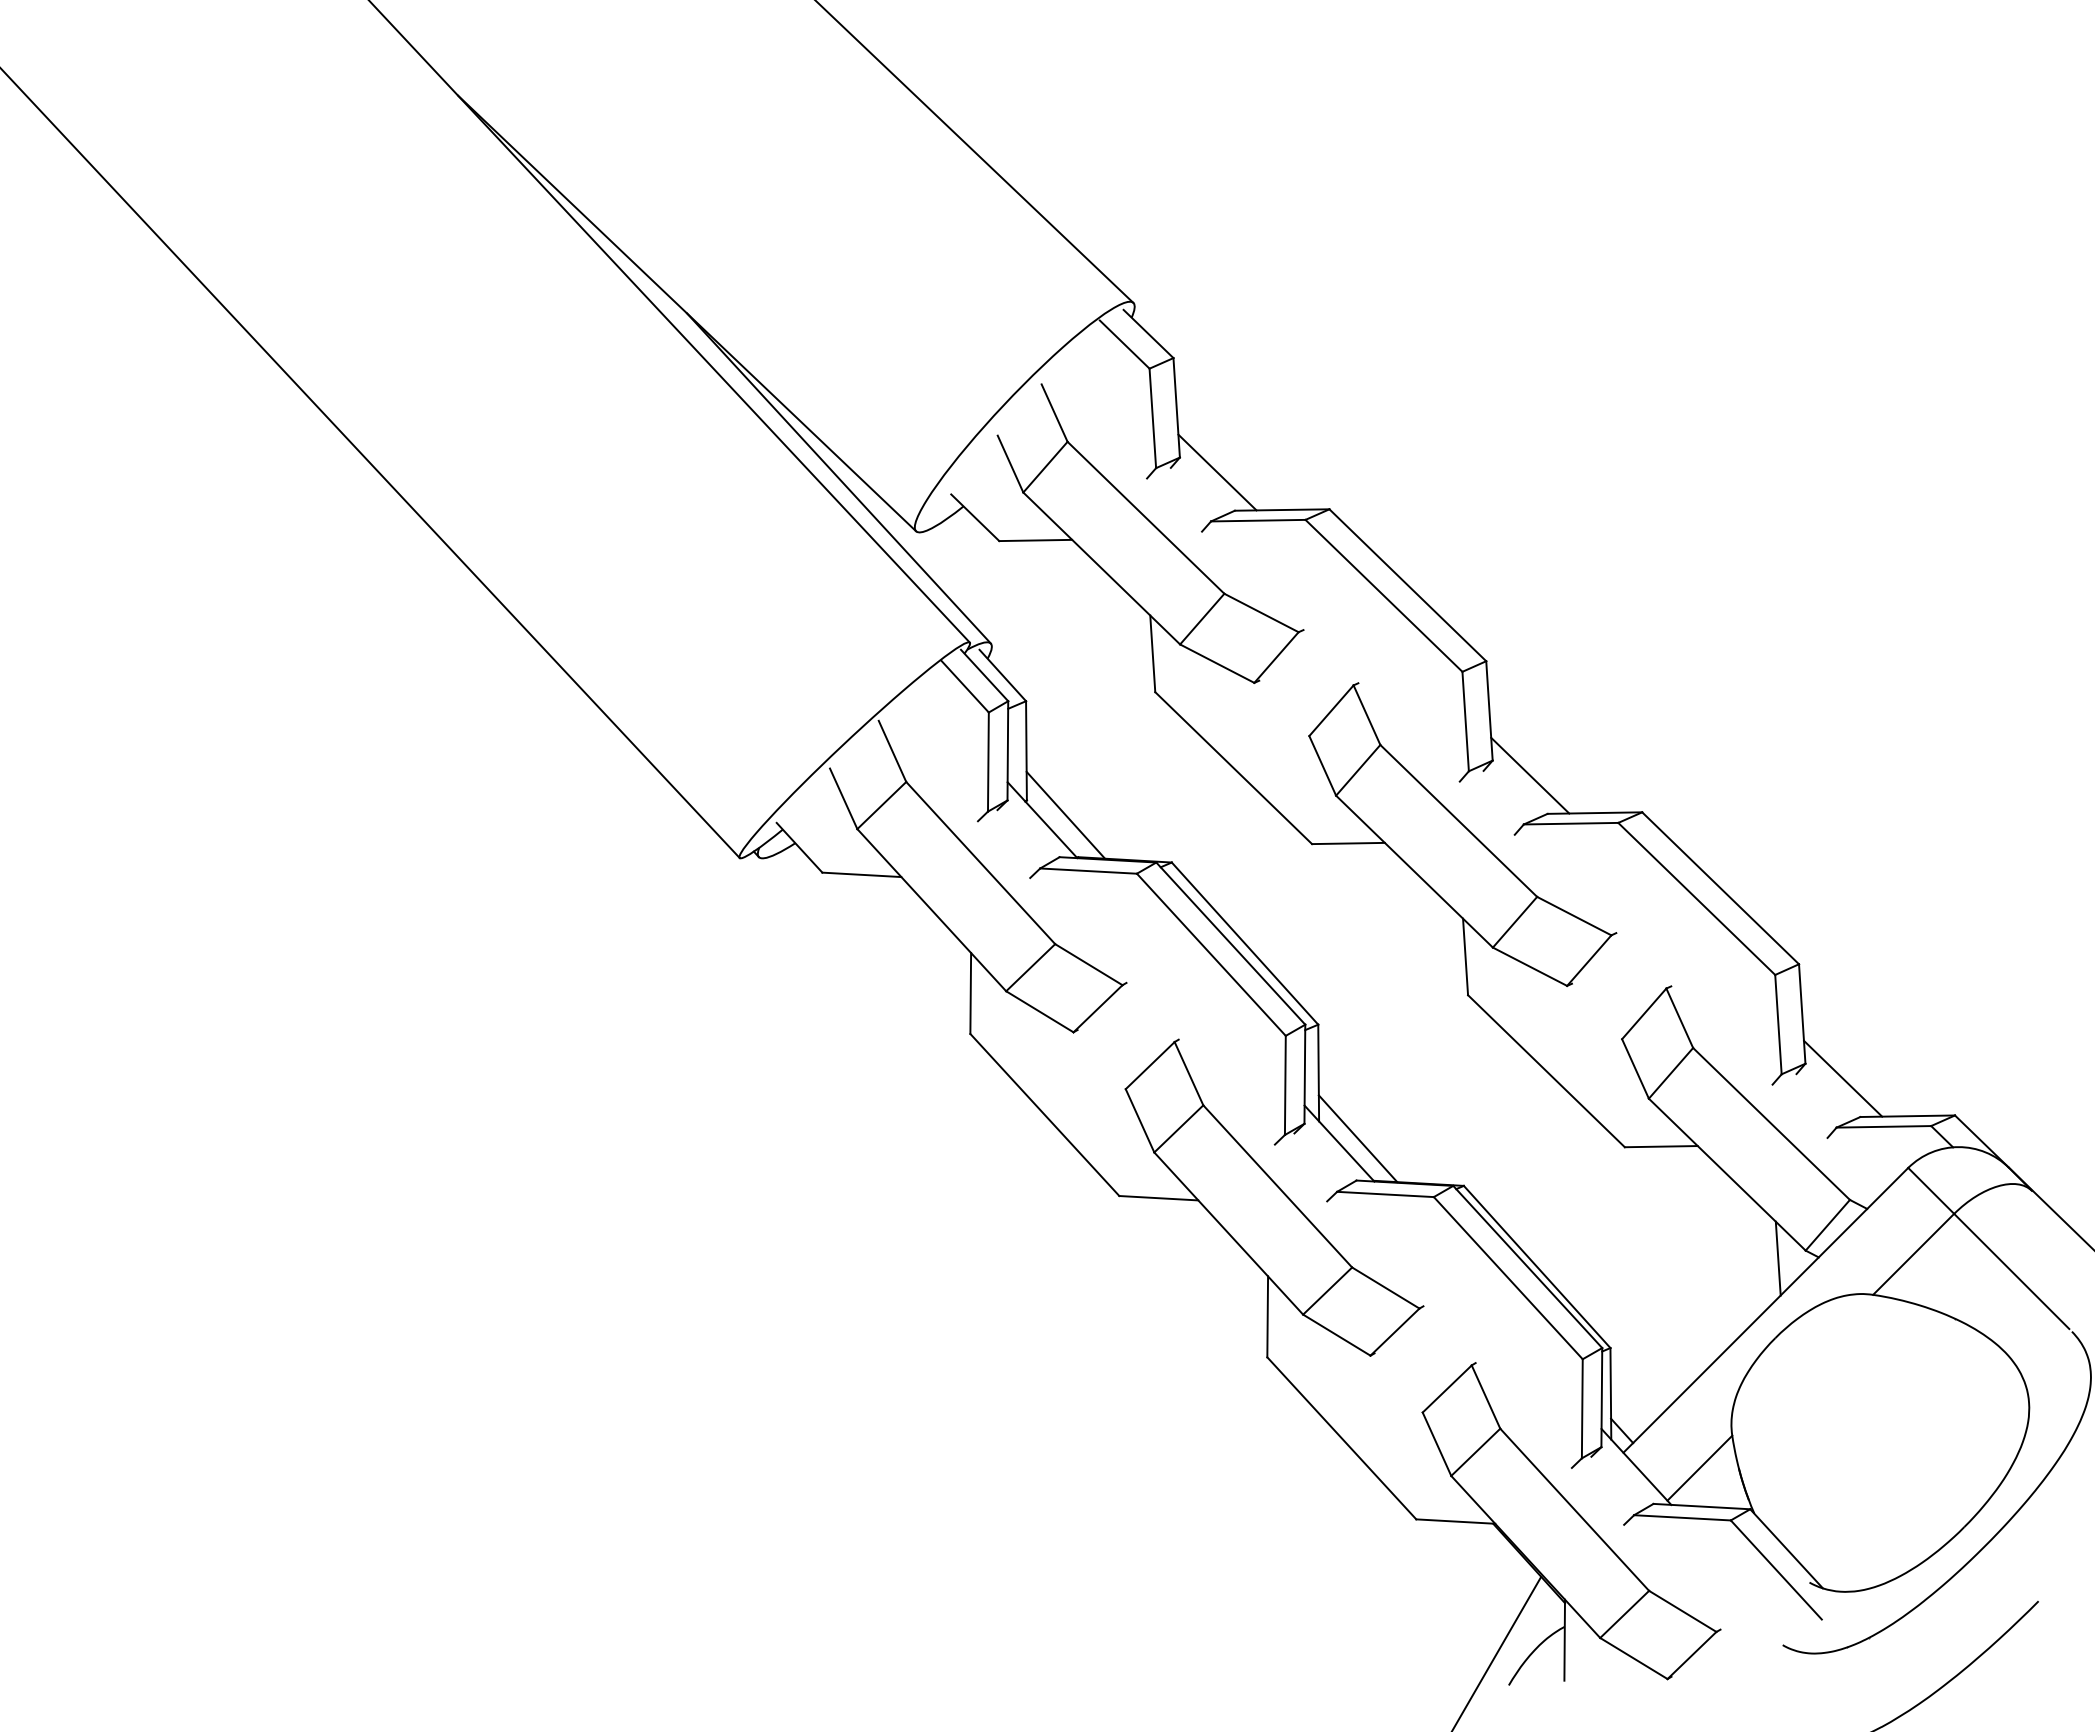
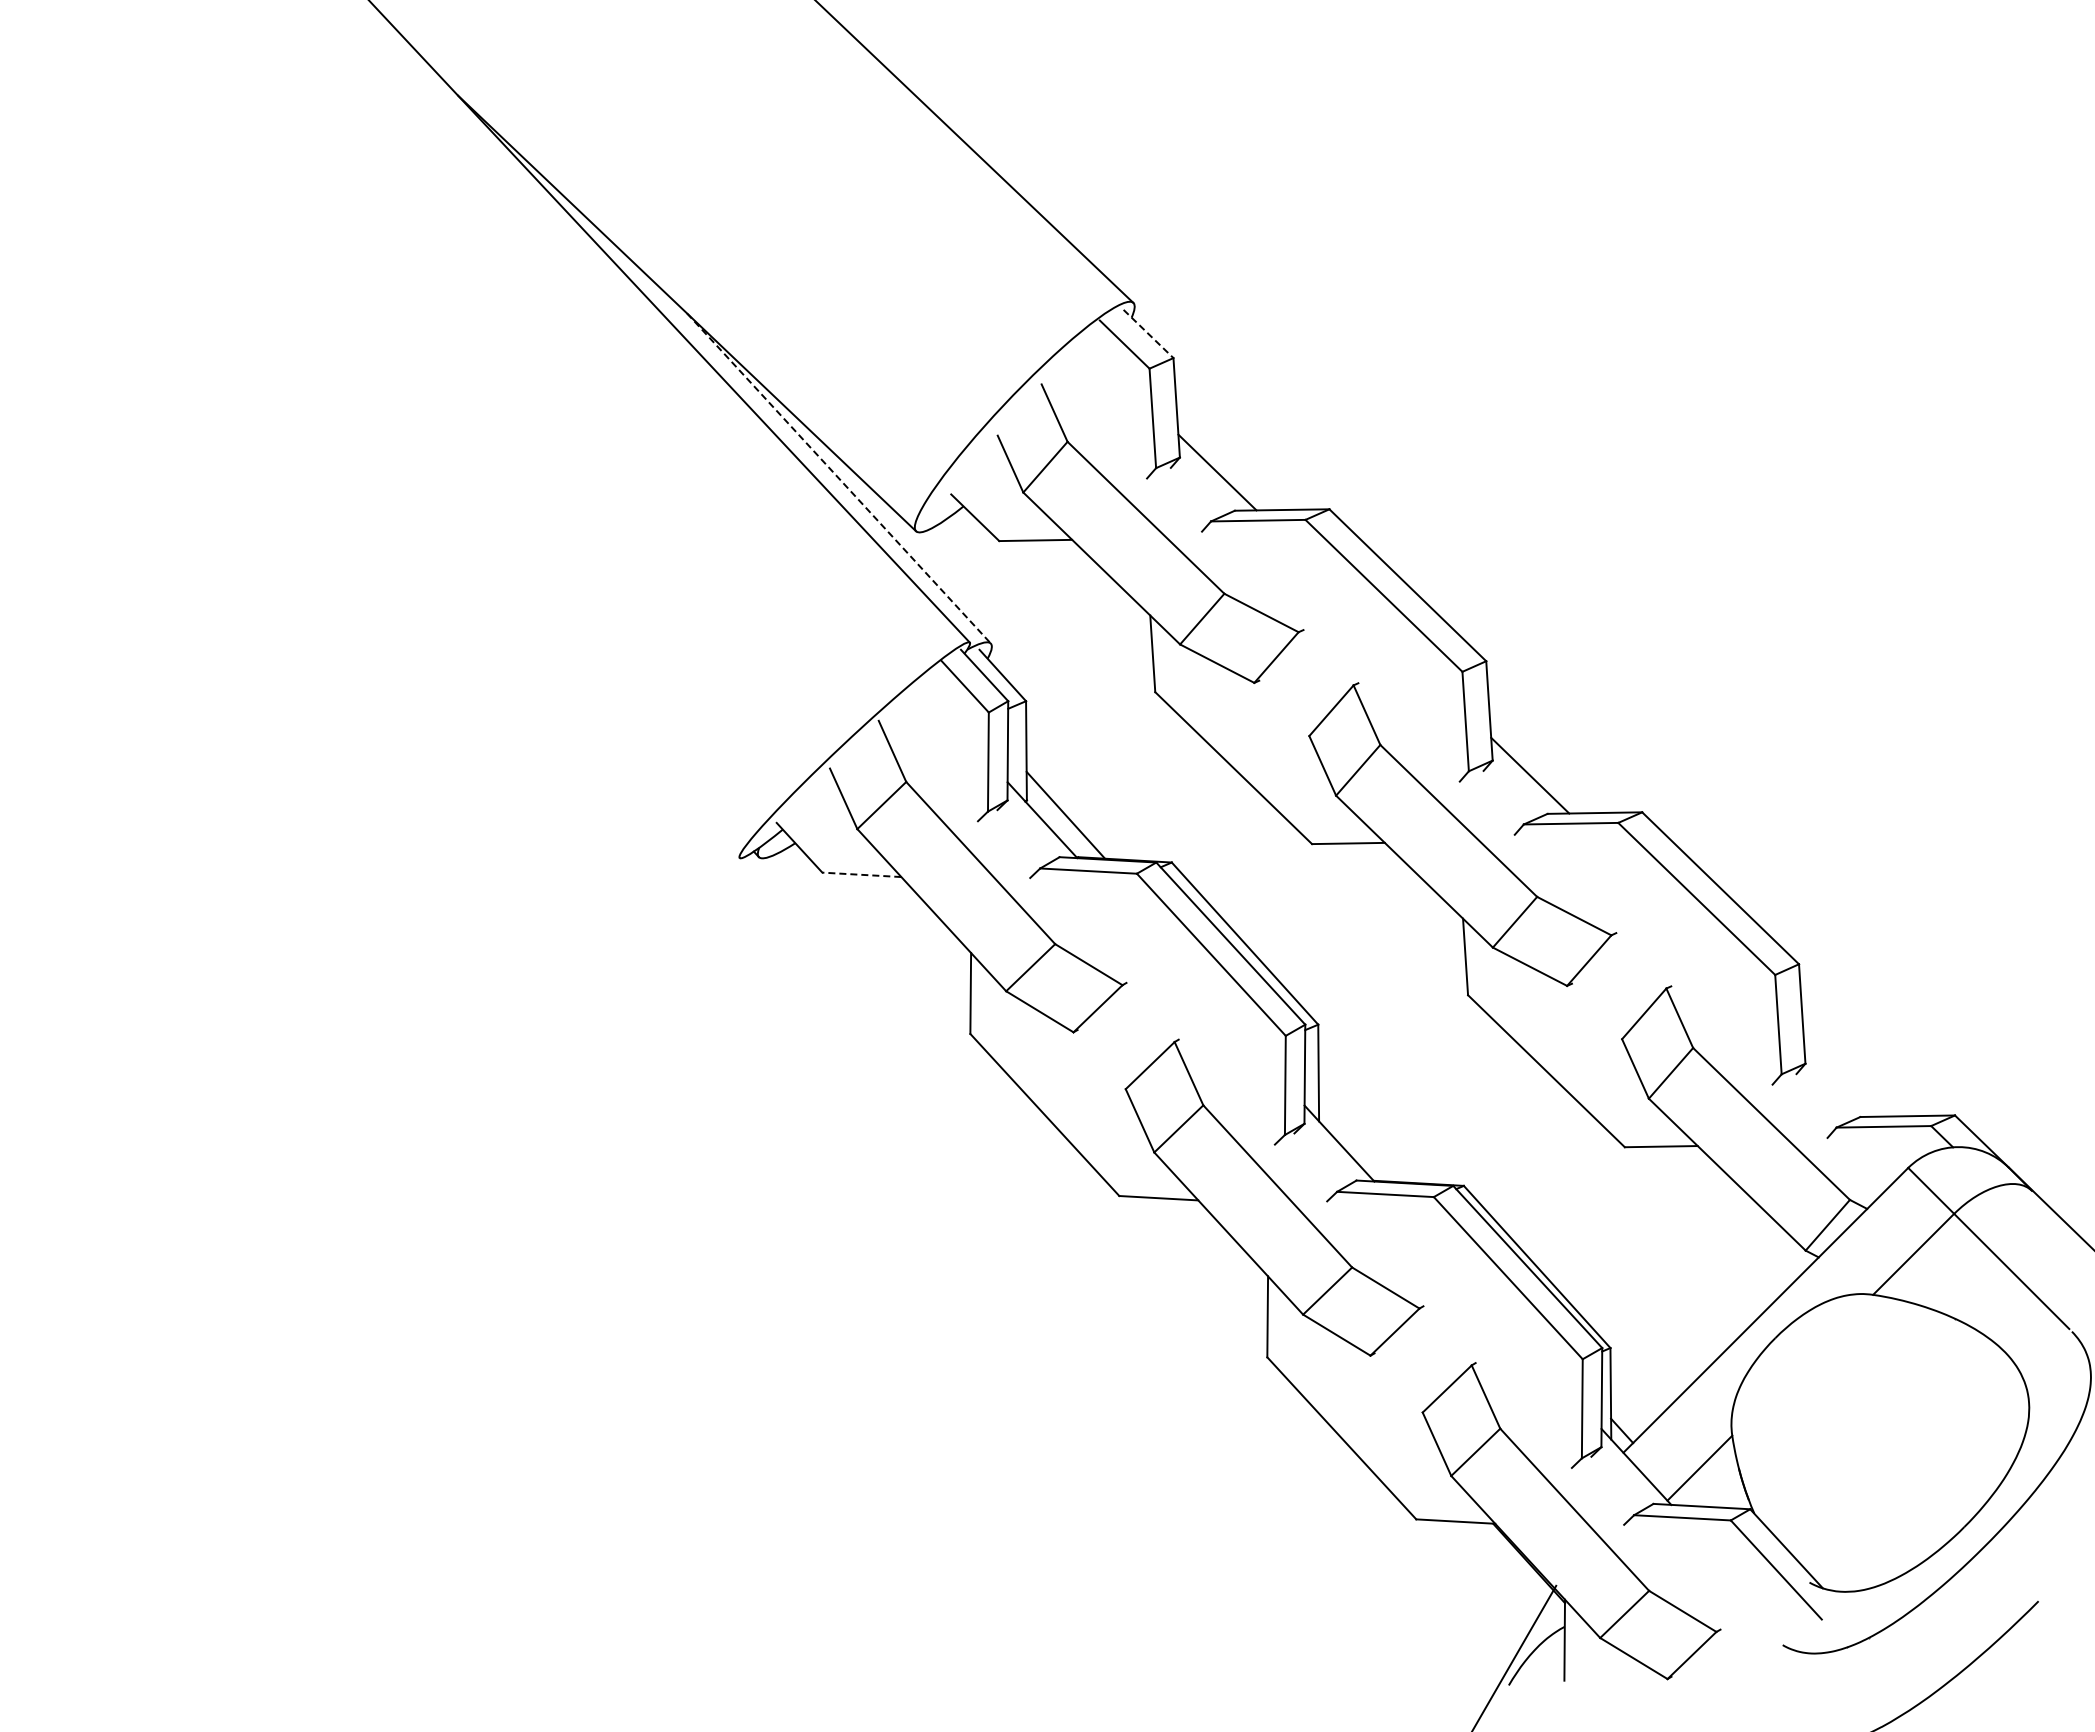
line at (1148, 334): solid -> dashed
line at (370, 464): present -> none
line at (839, 478): solid -> dashed
line at (861, 874): solid -> dashed
line at (1843, 1078): present -> none
line at (1357, 1138): present -> none
line at (1777, 1258): present -> none
line at (1497, 1652) position: (1497, 1652) -> (1514, 1656)
